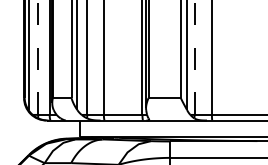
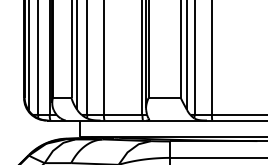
line at (38, 56): dashed -> solid
line at (194, 56): dashed -> solid
